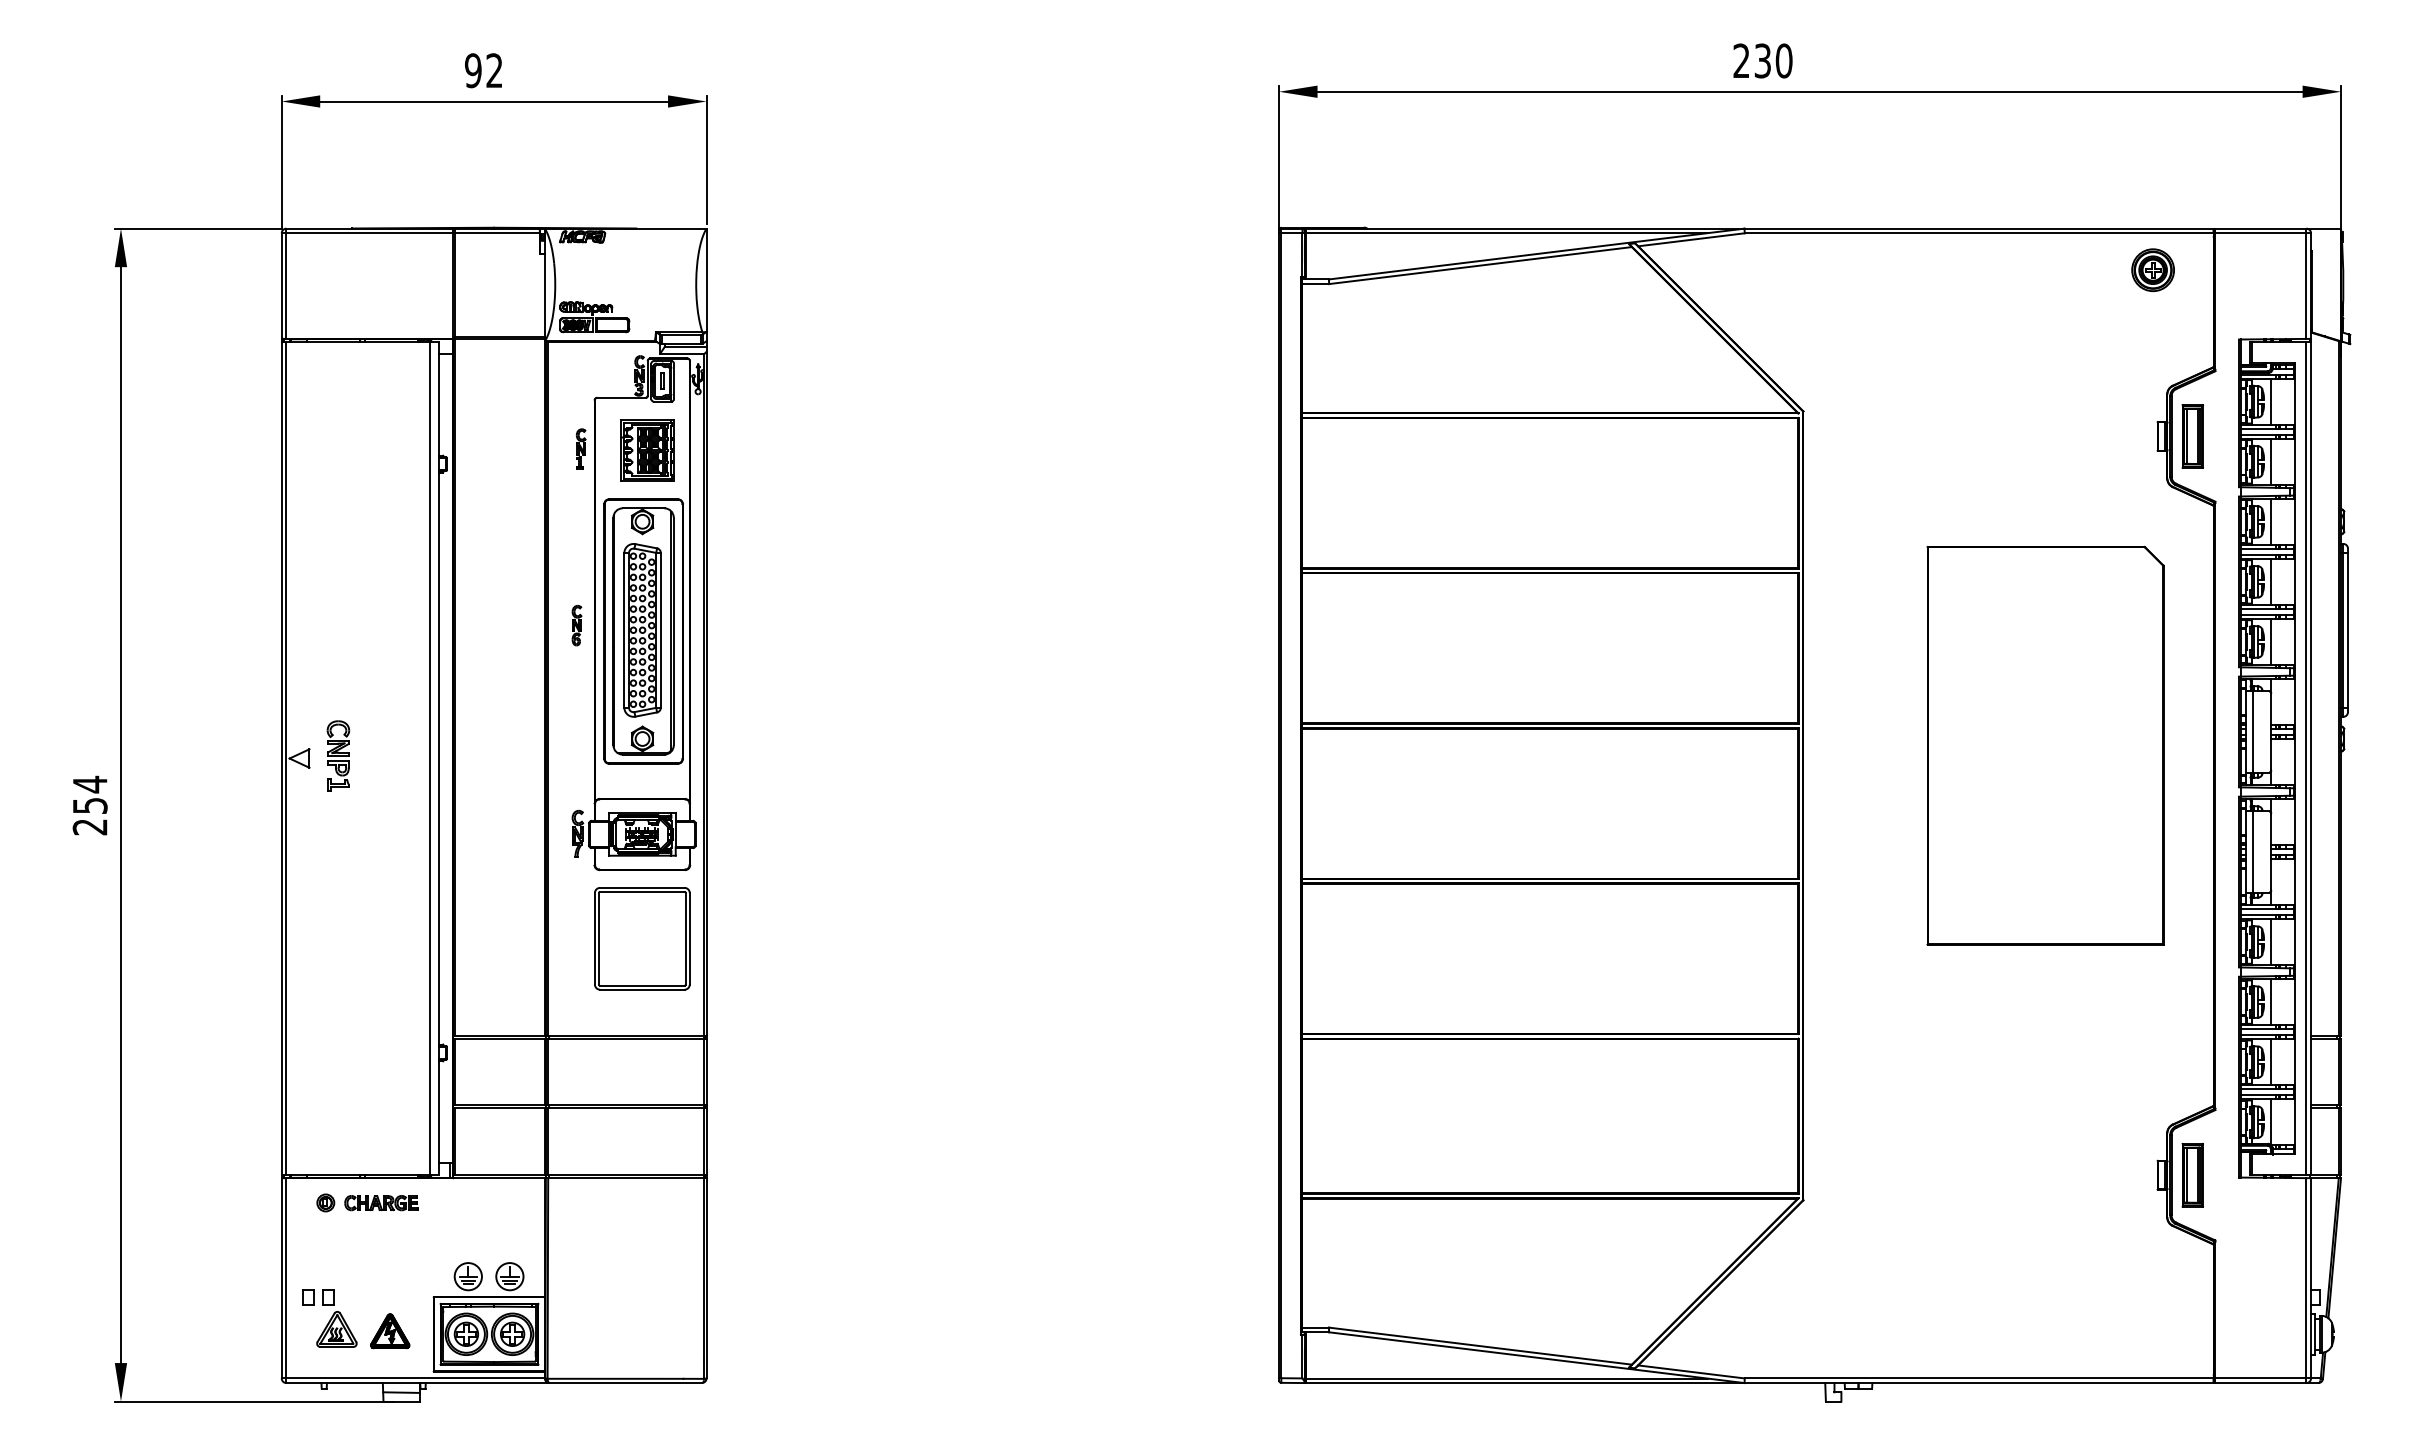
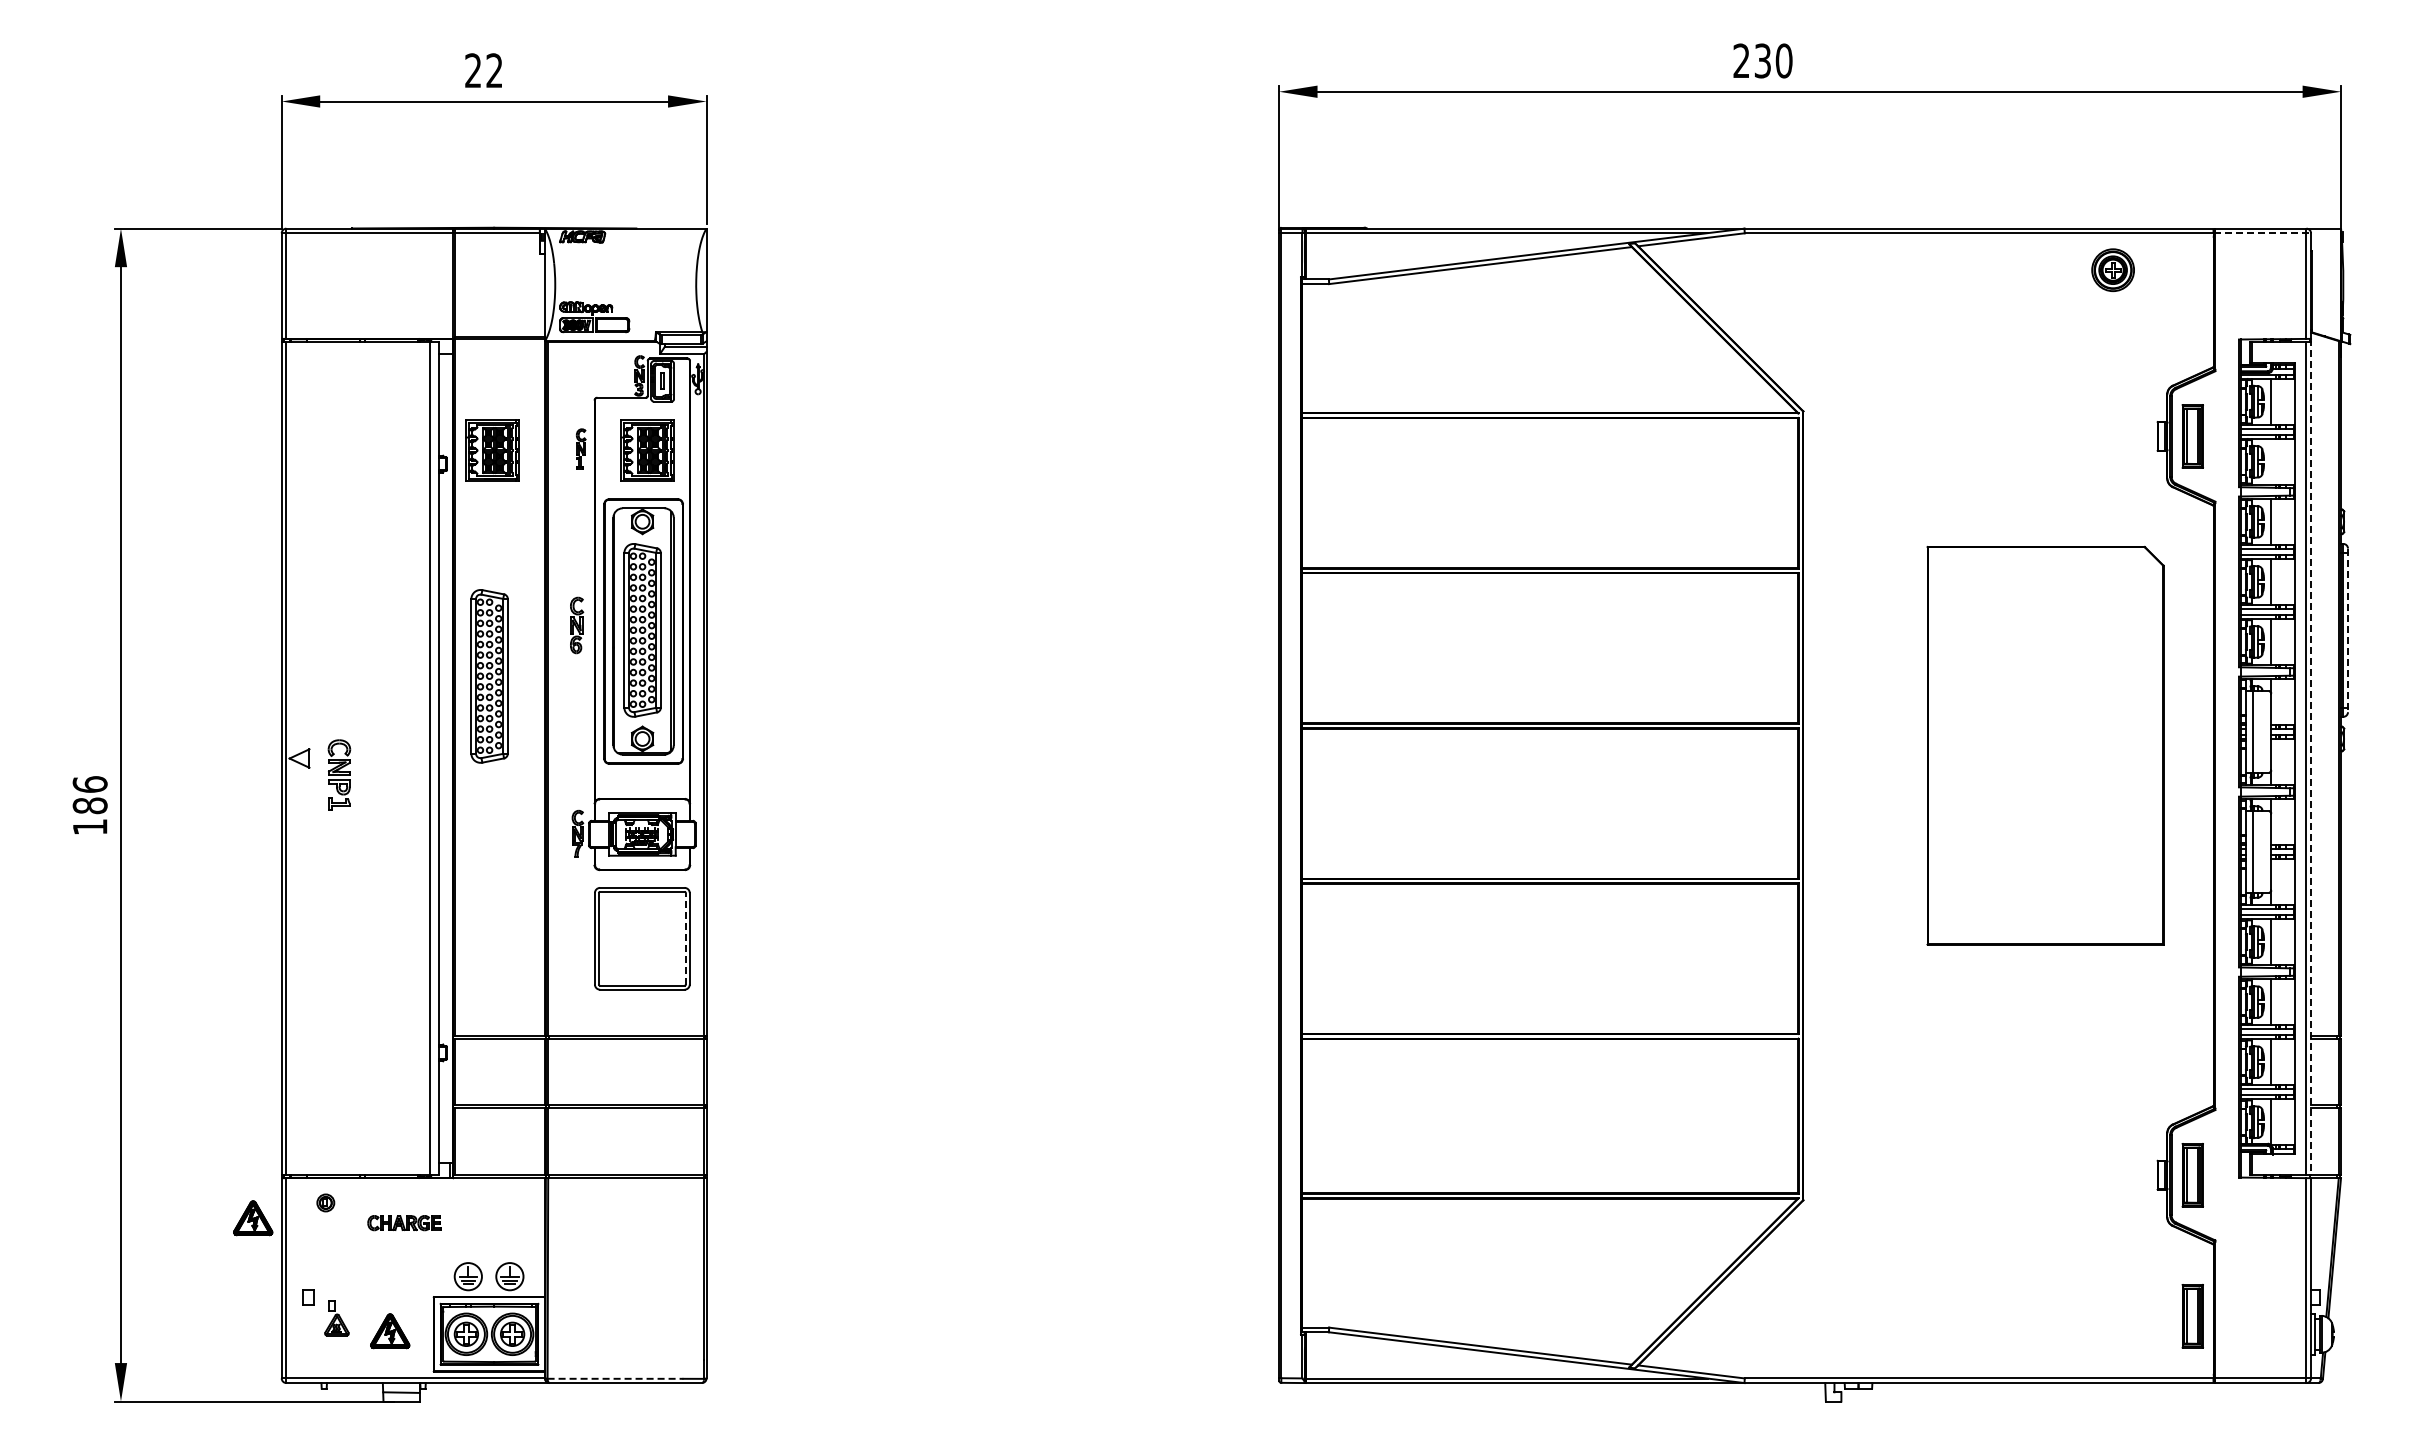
text at (473, 70): 92 -> 22
line at (2263, 233): solid -> dashed
part at (2152, 269) position: (2152, 269) -> (2112, 269)
part at (492, 450): none -> present
line at (2271, 461): present -> none
part at (576, 625) size: 12x42 px -> 15x59 px
line at (2348, 630): solid -> dashed
part at (489, 676): none -> present
part at (338, 755) position: (338, 755) -> (339, 774)
line at (2311, 757): solid -> dashed
text at (89, 805): 254 -> 186
line at (685, 938): solid -> dashed
part at (381, 1203) position: (381, 1203) -> (404, 1223)
part at (253, 1218): none -> present
part at (2192, 1316): none -> present
part at (336, 1318) size: 42x59 px -> 26x37 px
line at (615, 1378): solid -> dashed
